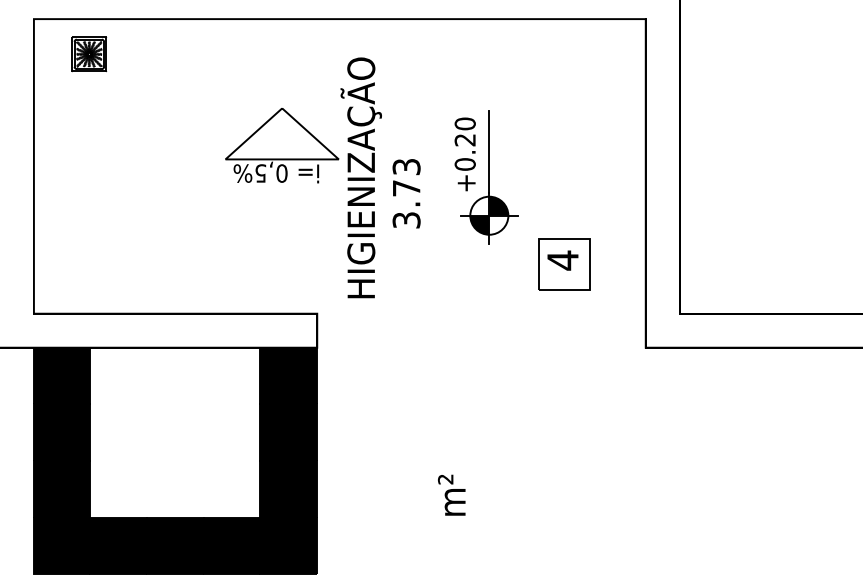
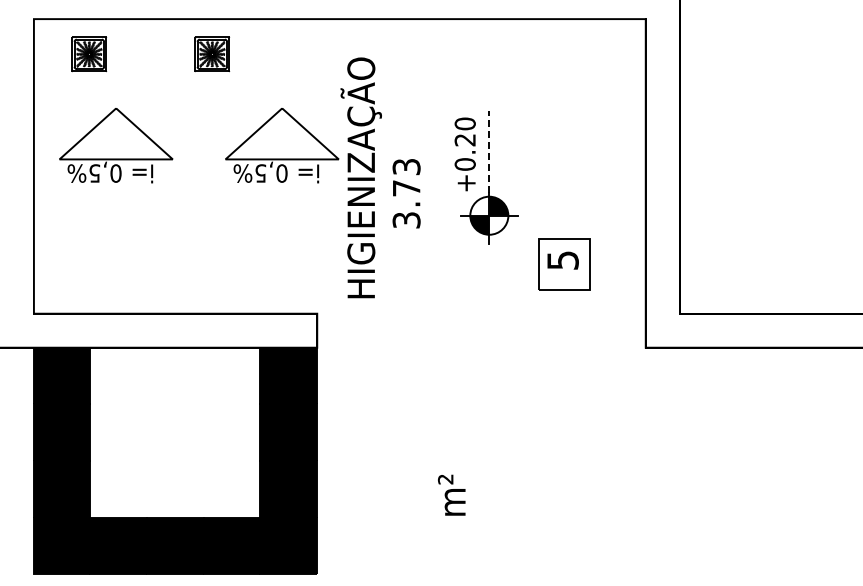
part at (212, 54): none -> present
part at (116, 145): none -> present
line at (489, 152): solid -> dashed
text at (562, 260): 4 -> 5
